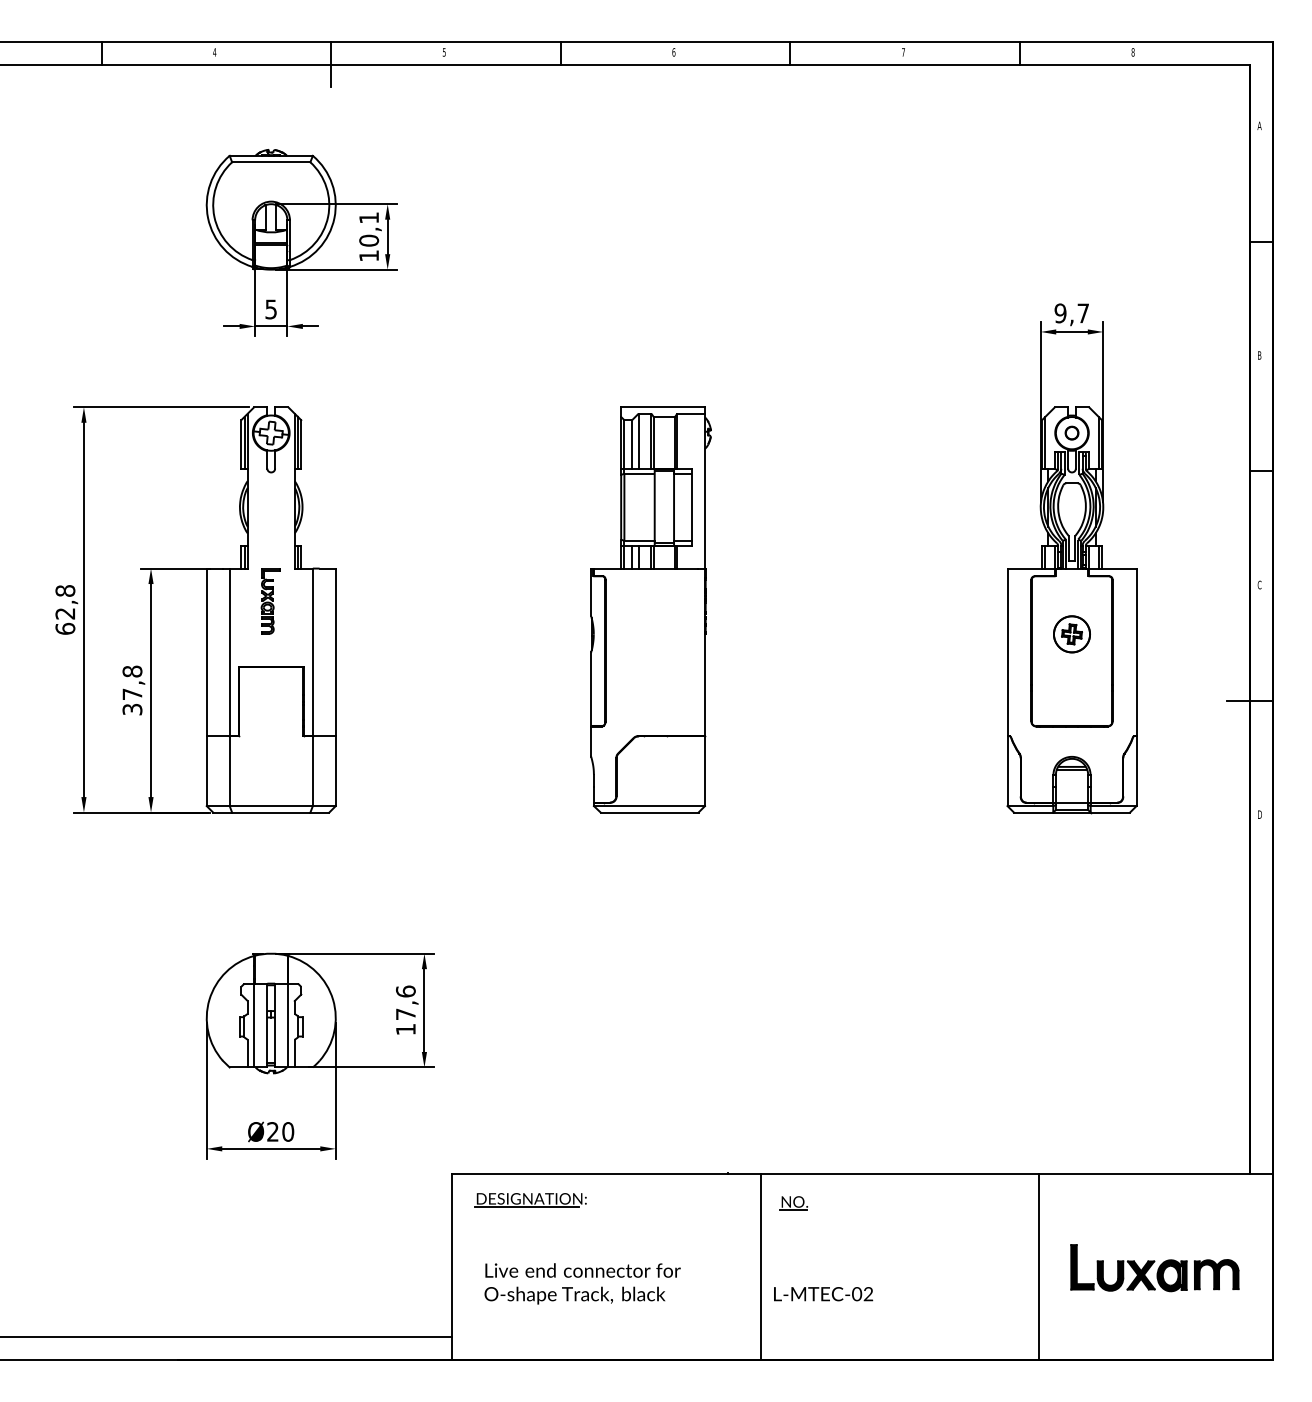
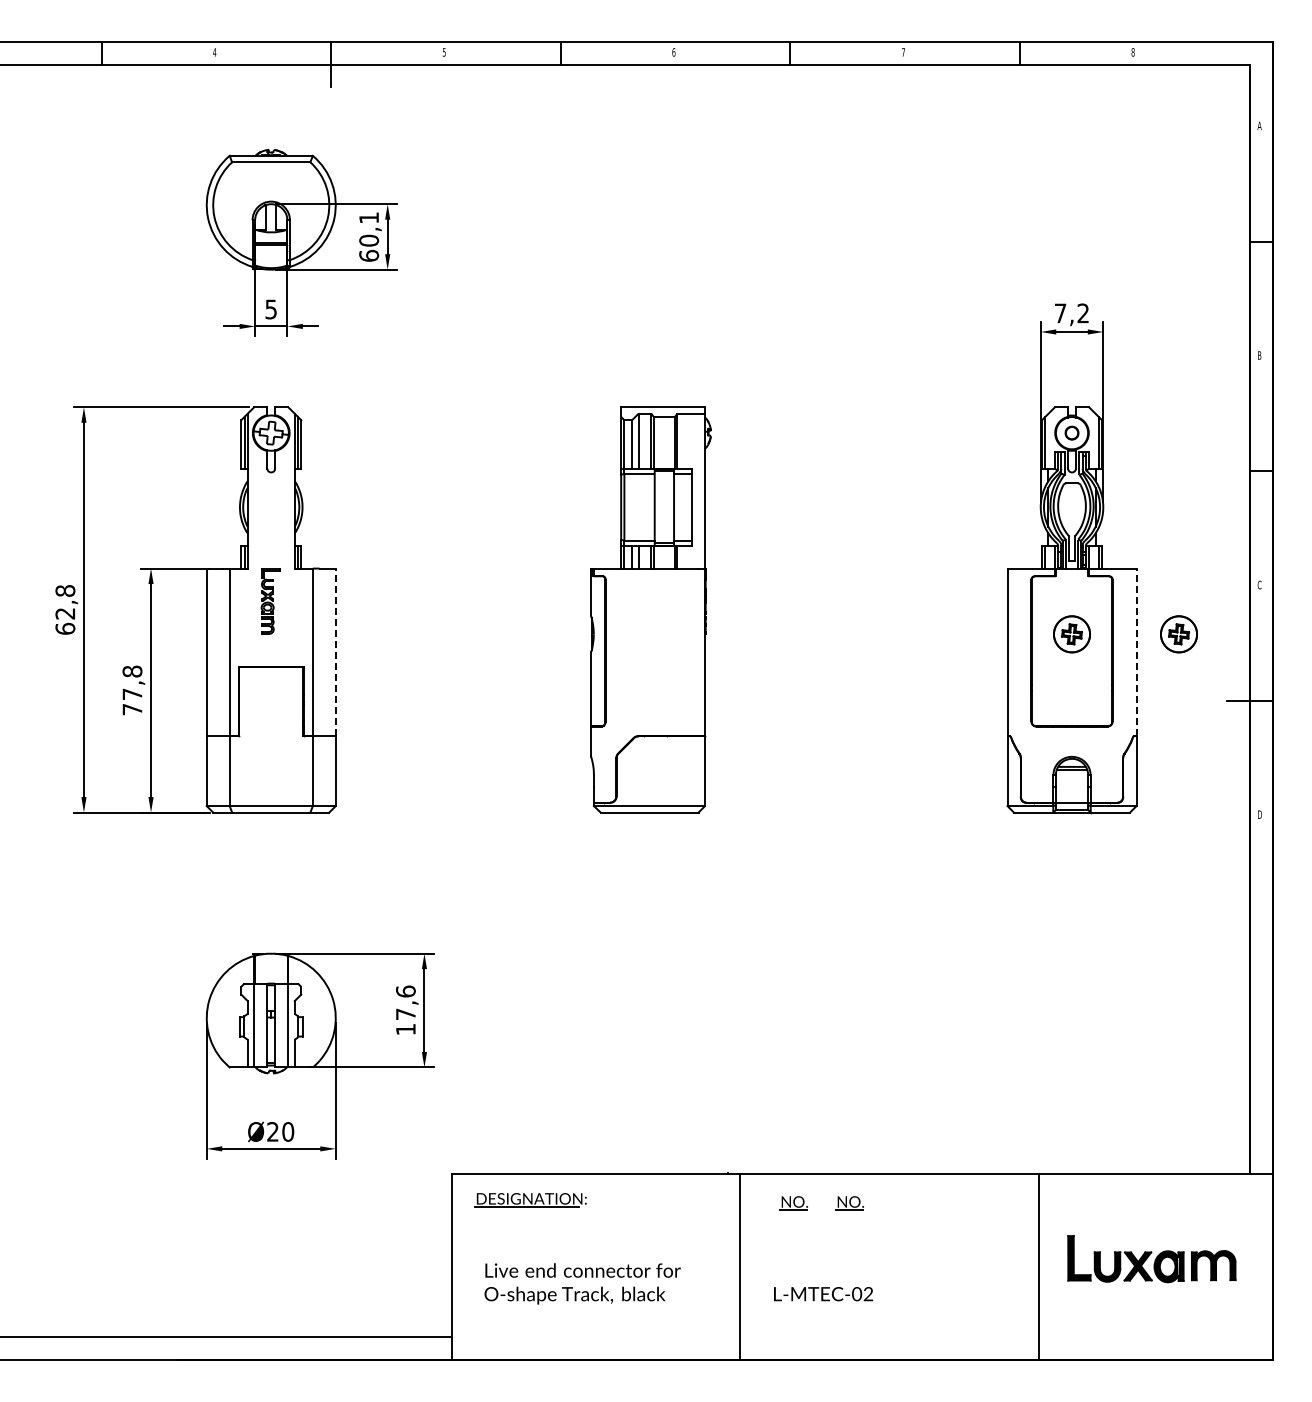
text at (369, 255): 10,1 -> 60,1
text at (1071, 313): 9,7 -> 7,2
part at (1178, 634): none -> present
line at (335, 652): solid -> dashed
line at (1136, 652): solid -> dashed
text at (132, 709): 37,8 -> 77,8
part at (849, 1203): none -> present
line at (760, 1266) position: (760, 1266) -> (739, 1266)
part at (1154, 1268) position: (1154, 1268) -> (1151, 1259)
